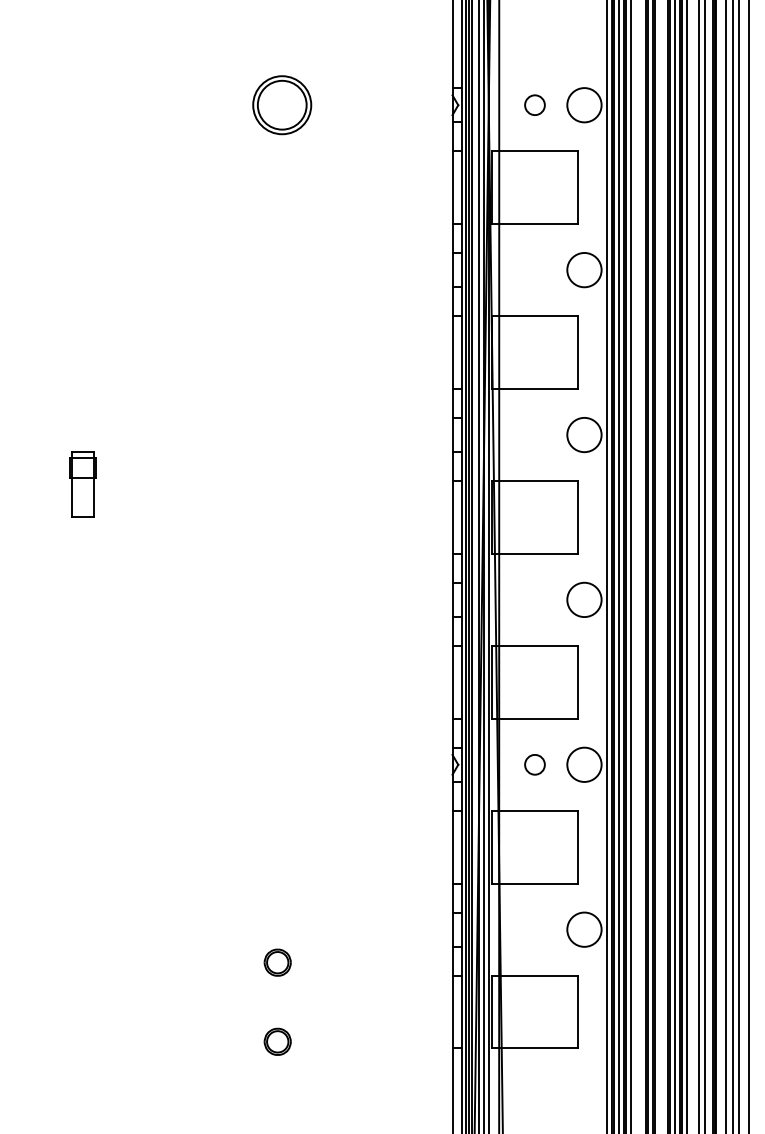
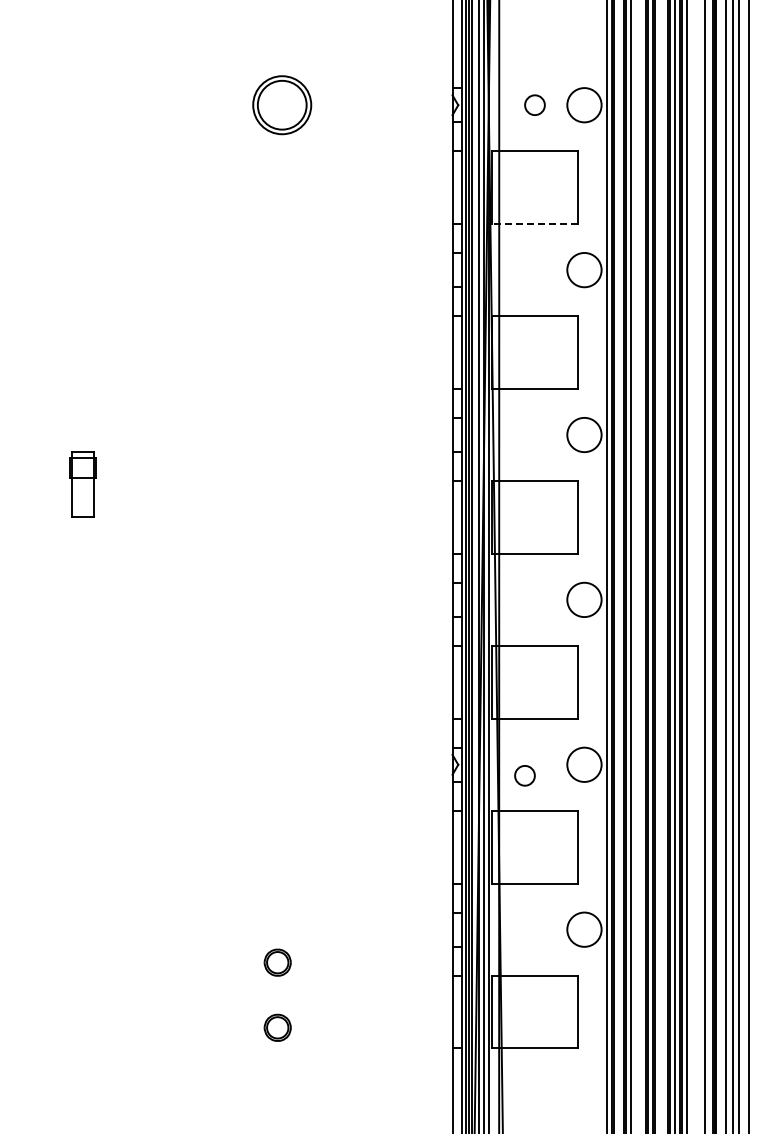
line at (534, 223): solid -> dashed
line at (618, 566): present -> none
line at (698, 566): present -> none
circle at (534, 764) position: (534, 764) -> (524, 775)
part at (277, 1041) position: (277, 1041) -> (277, 1027)
